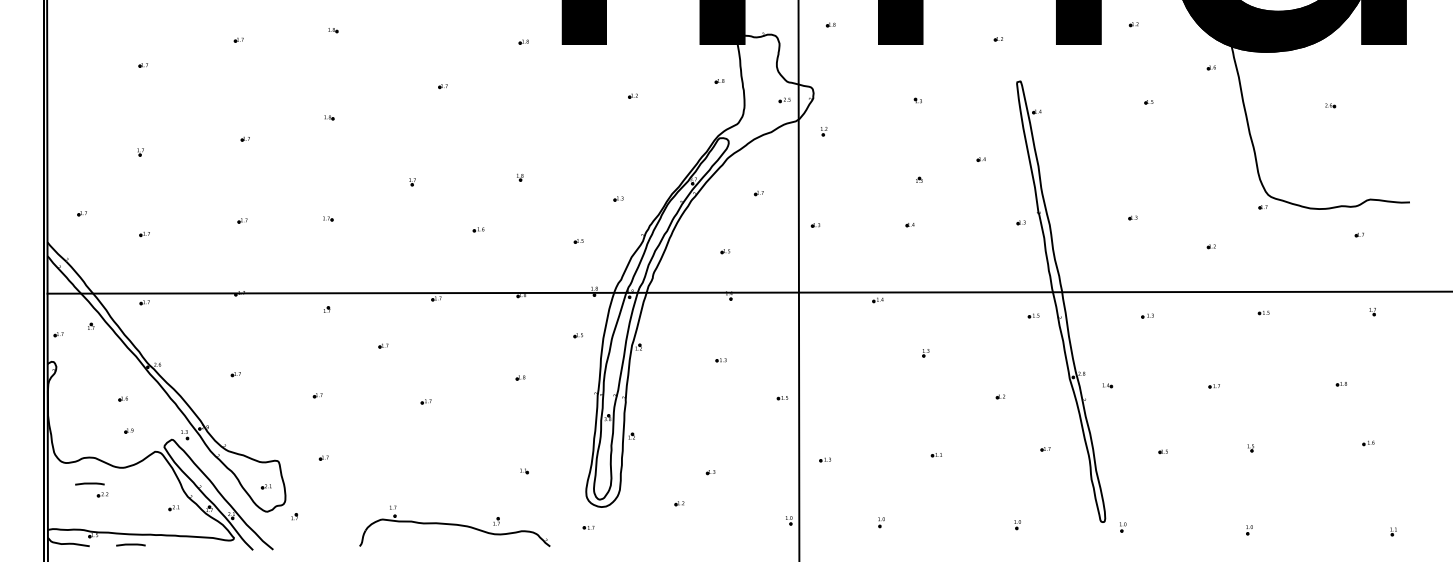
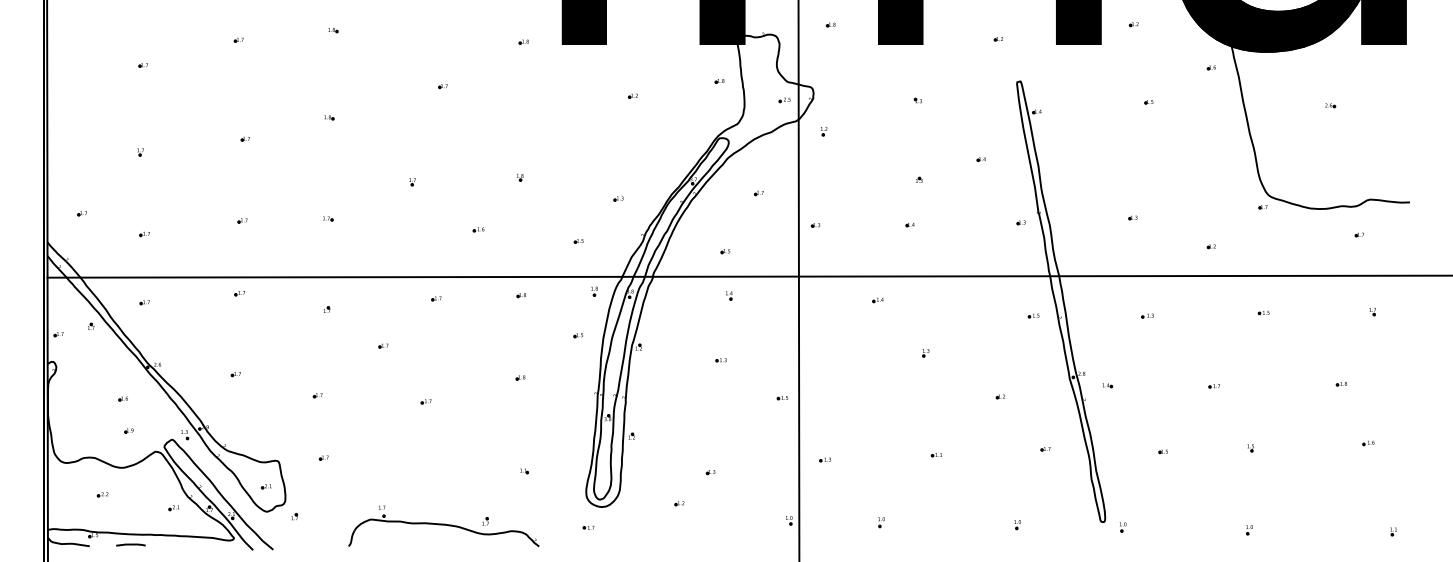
line at (748, 292) position: (748, 292) -> (748, 276)
line at (89, 483): present -> none
part at (454, 526) position: (454, 526) -> (443, 526)
